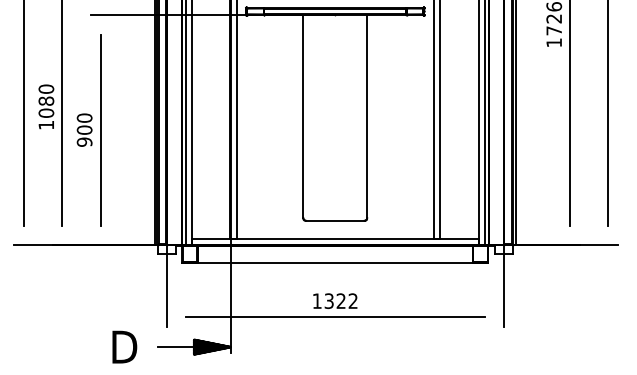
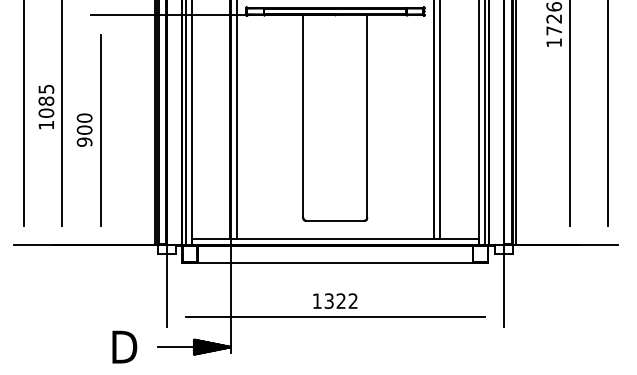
text at (46, 88): 1080 -> 1085
